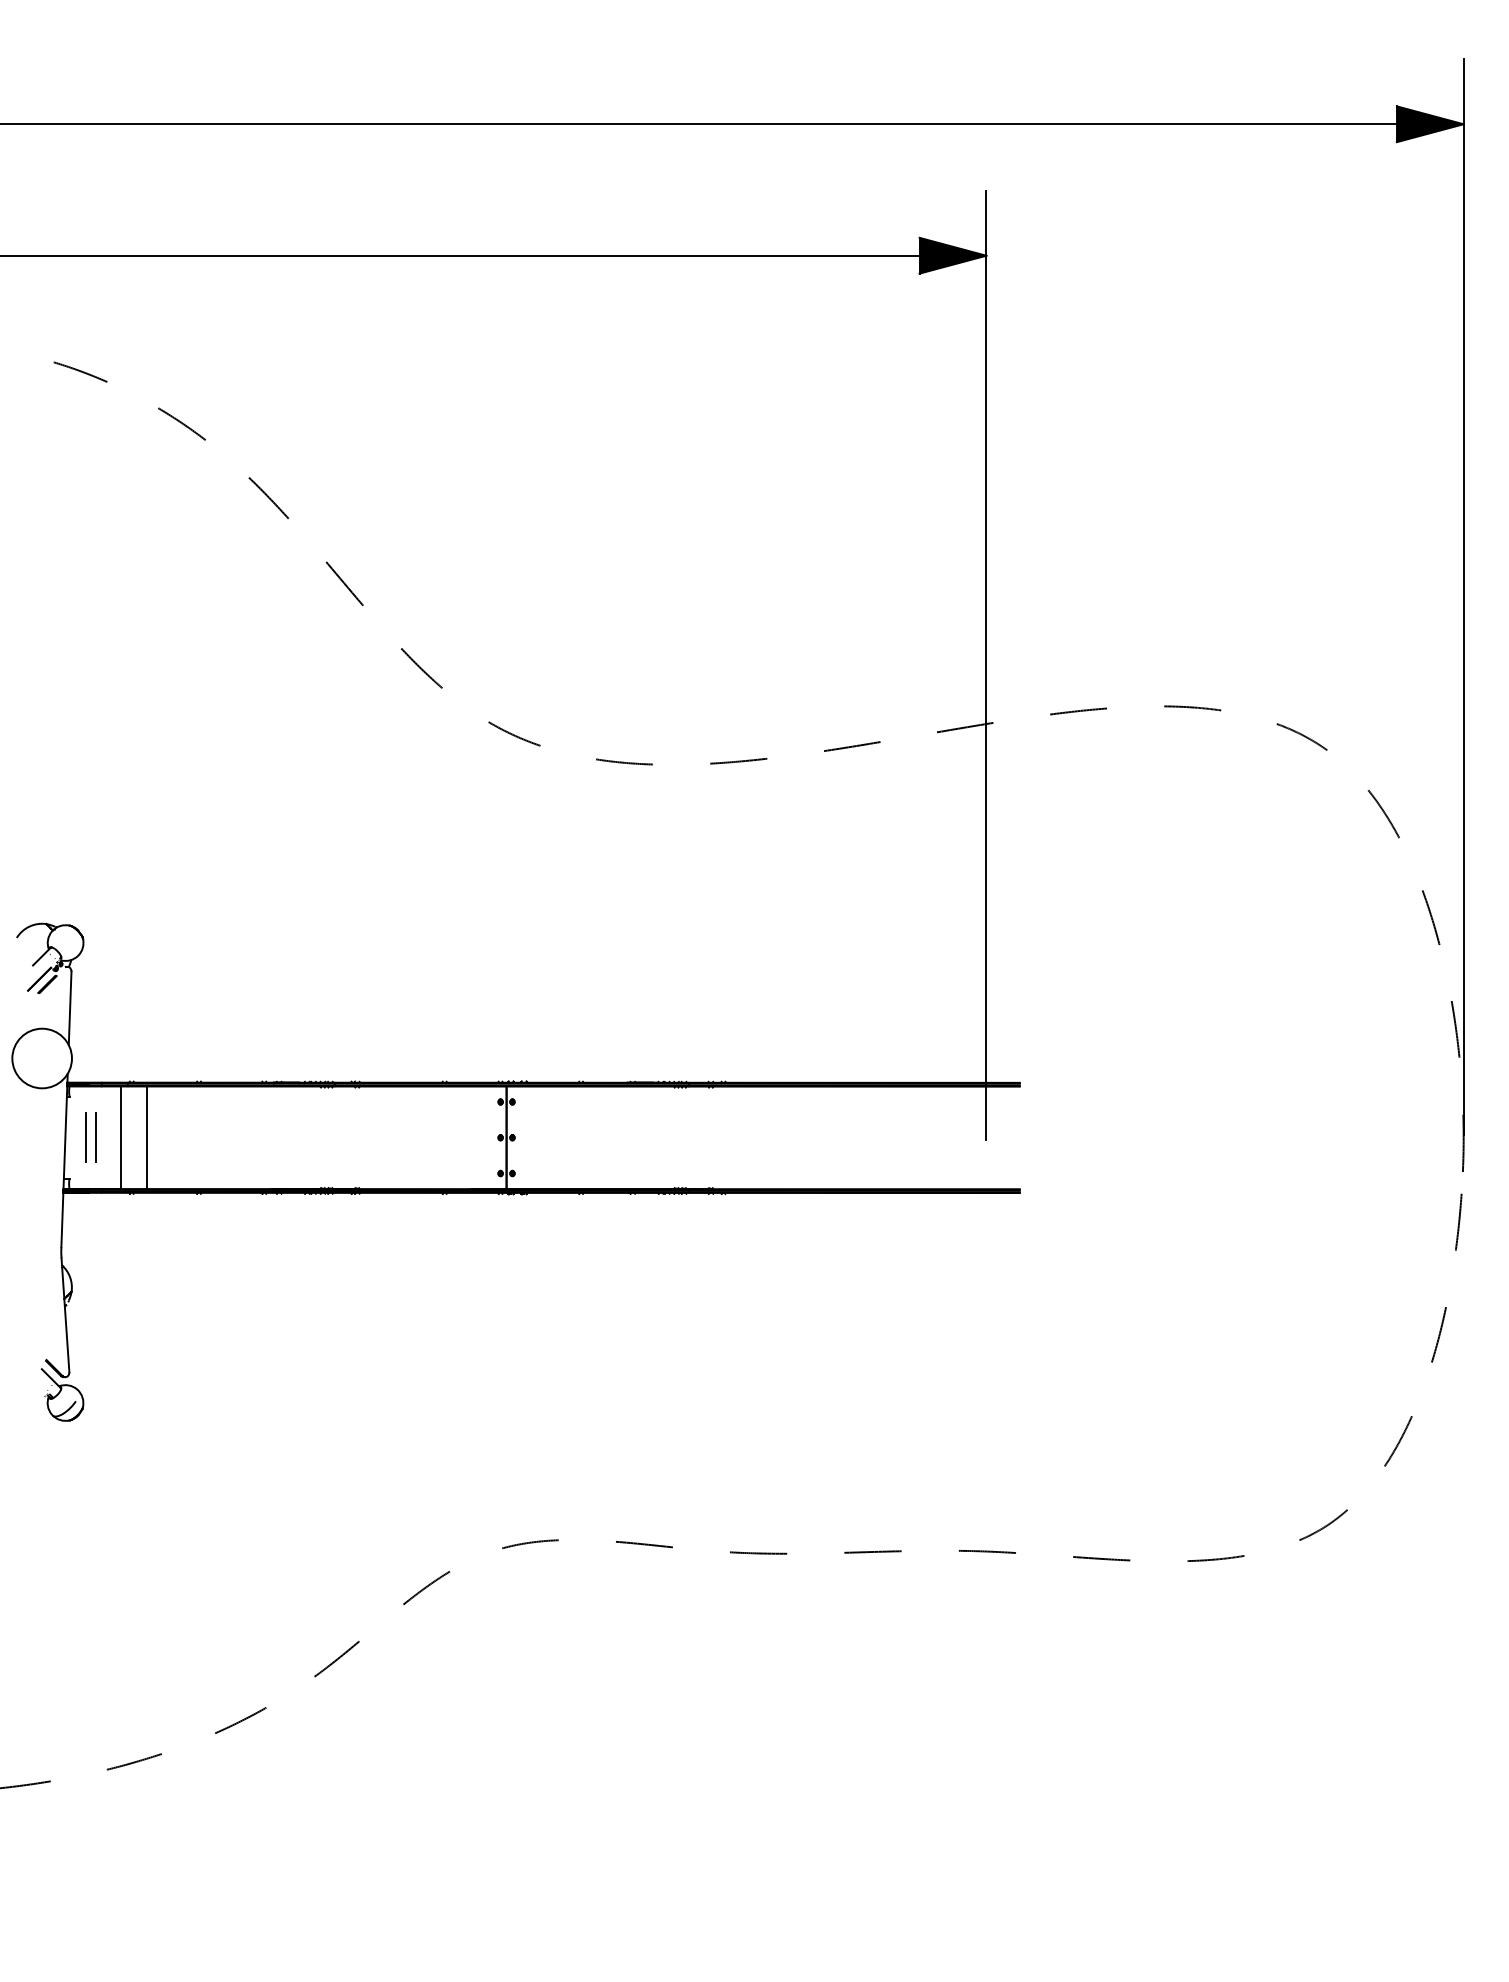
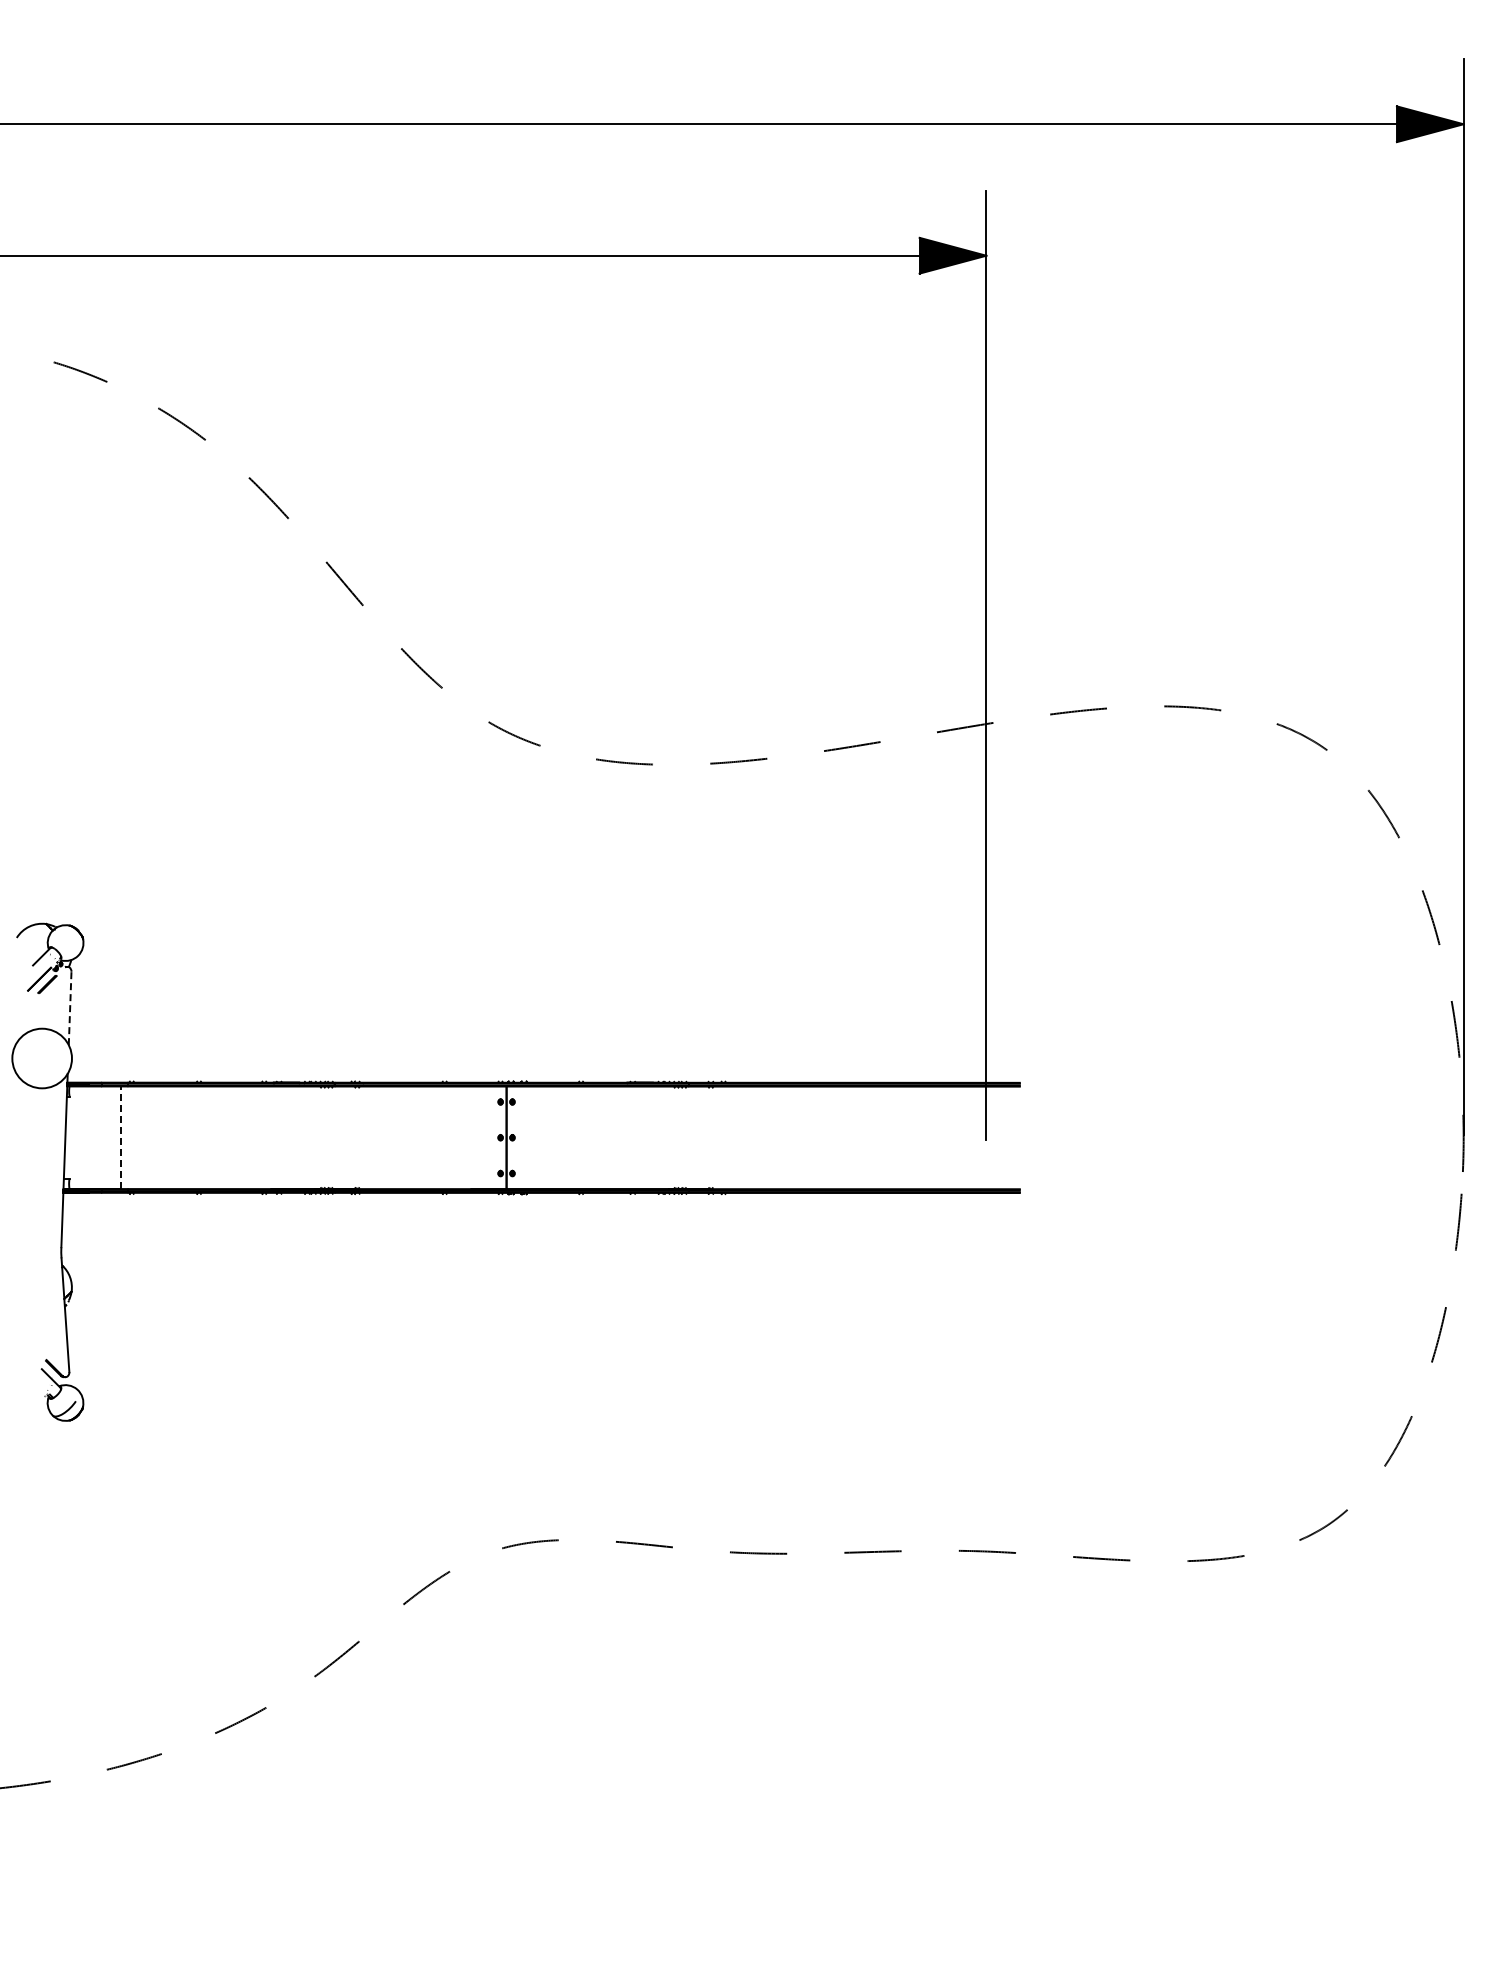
line at (70, 1008): solid -> dashed
line at (85, 1137): present -> none
line at (96, 1137): present -> none
line at (120, 1137): solid -> dashed
line at (146, 1137): present -> none
